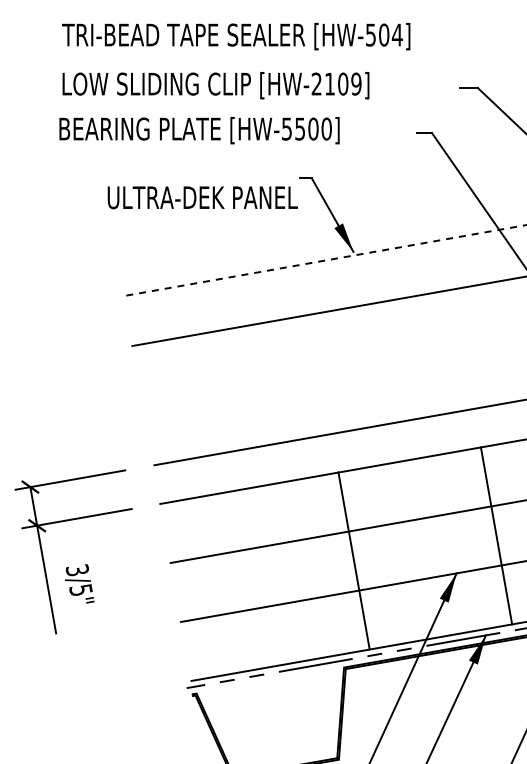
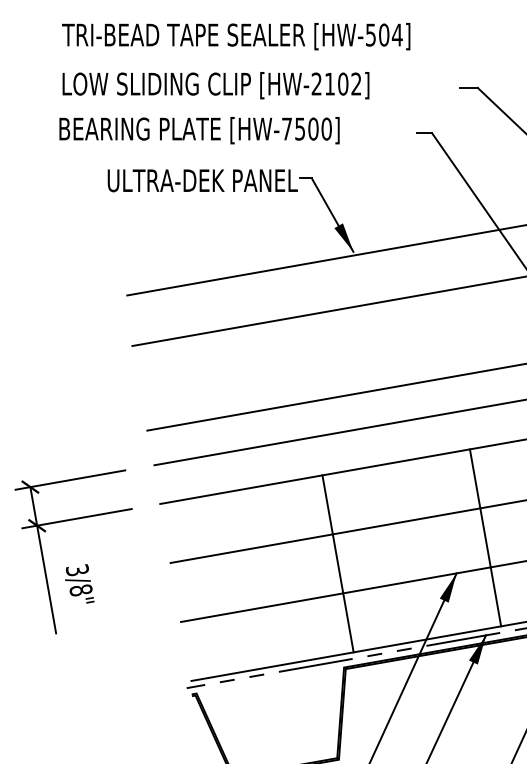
text at (356, 83): [HW-2109] -> [HW-2102]
text at (286, 128): [HW-5500] -> [HW-7500]
text at (202, 197) position: (202, 197) -> (202, 180)
line at (327, 260): dashed -> solid
line at (335, 397): none -> present
line at (496, 535) position: (496, 535) -> (485, 537)
line at (353, 560) position: (353, 560) -> (337, 563)
text at (80, 590): 3/5" -> 3/8"
